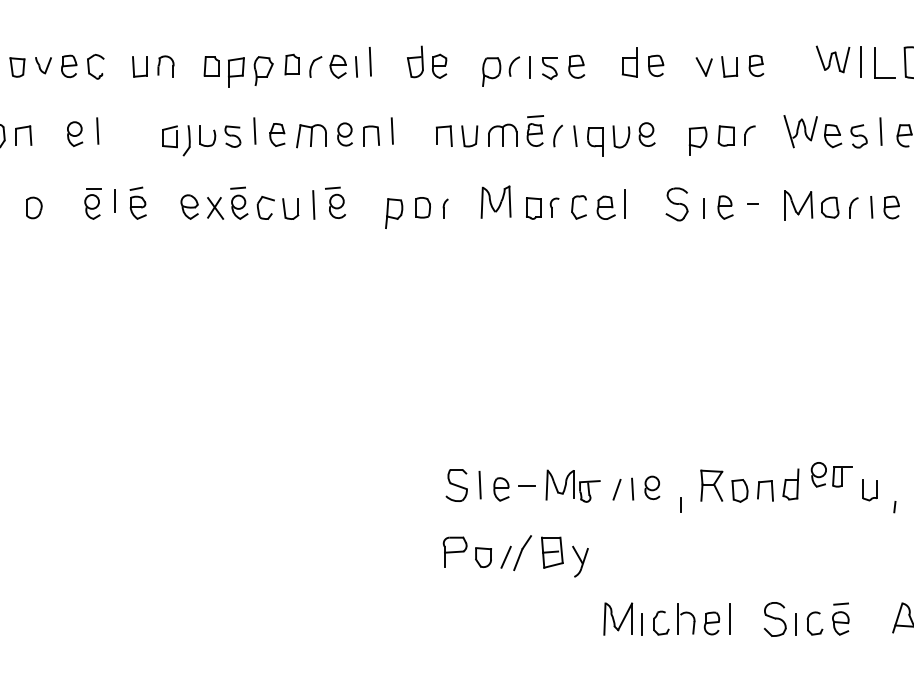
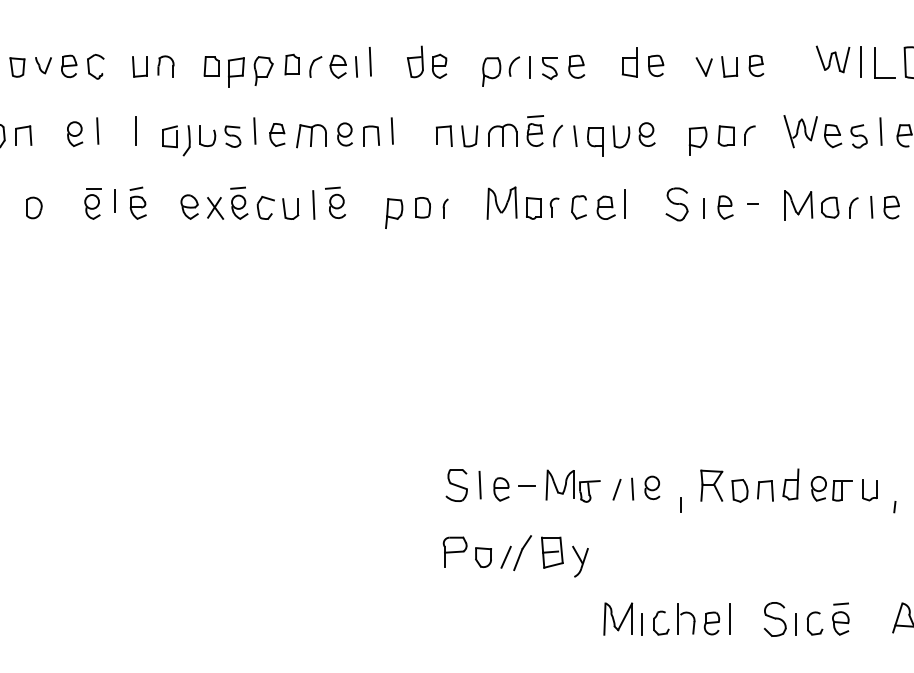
line at (136, 130): none -> present
part at (495, 201) position: (495, 201) -> (501, 202)
part at (831, 474) position: (831, 474) -> (831, 488)
